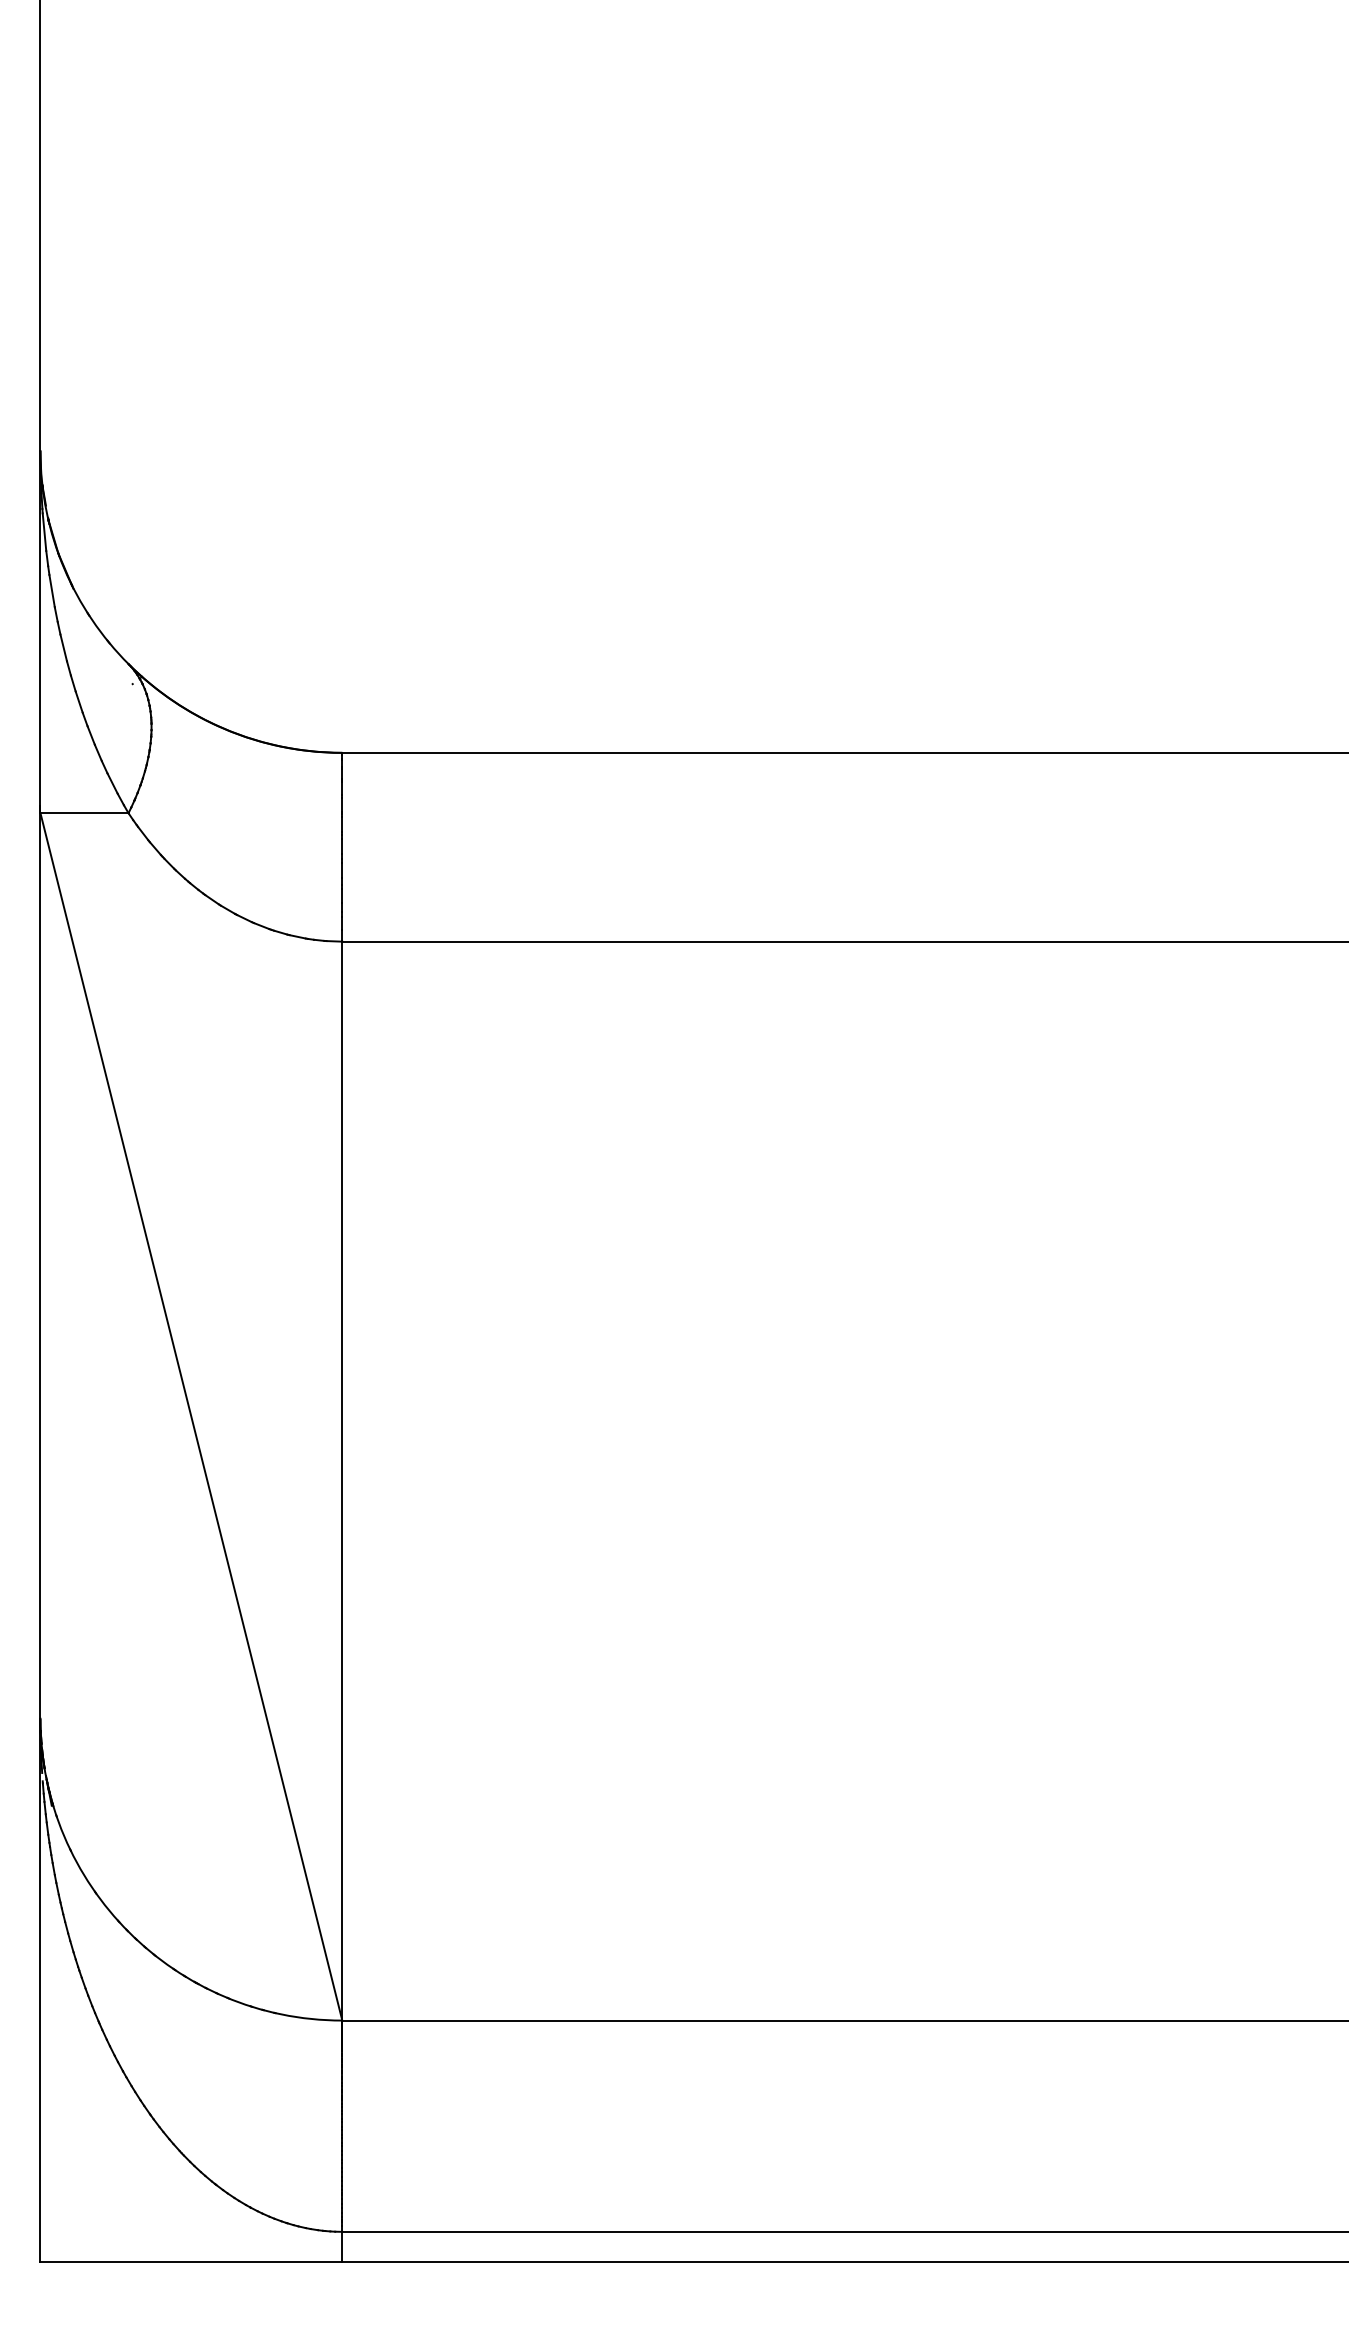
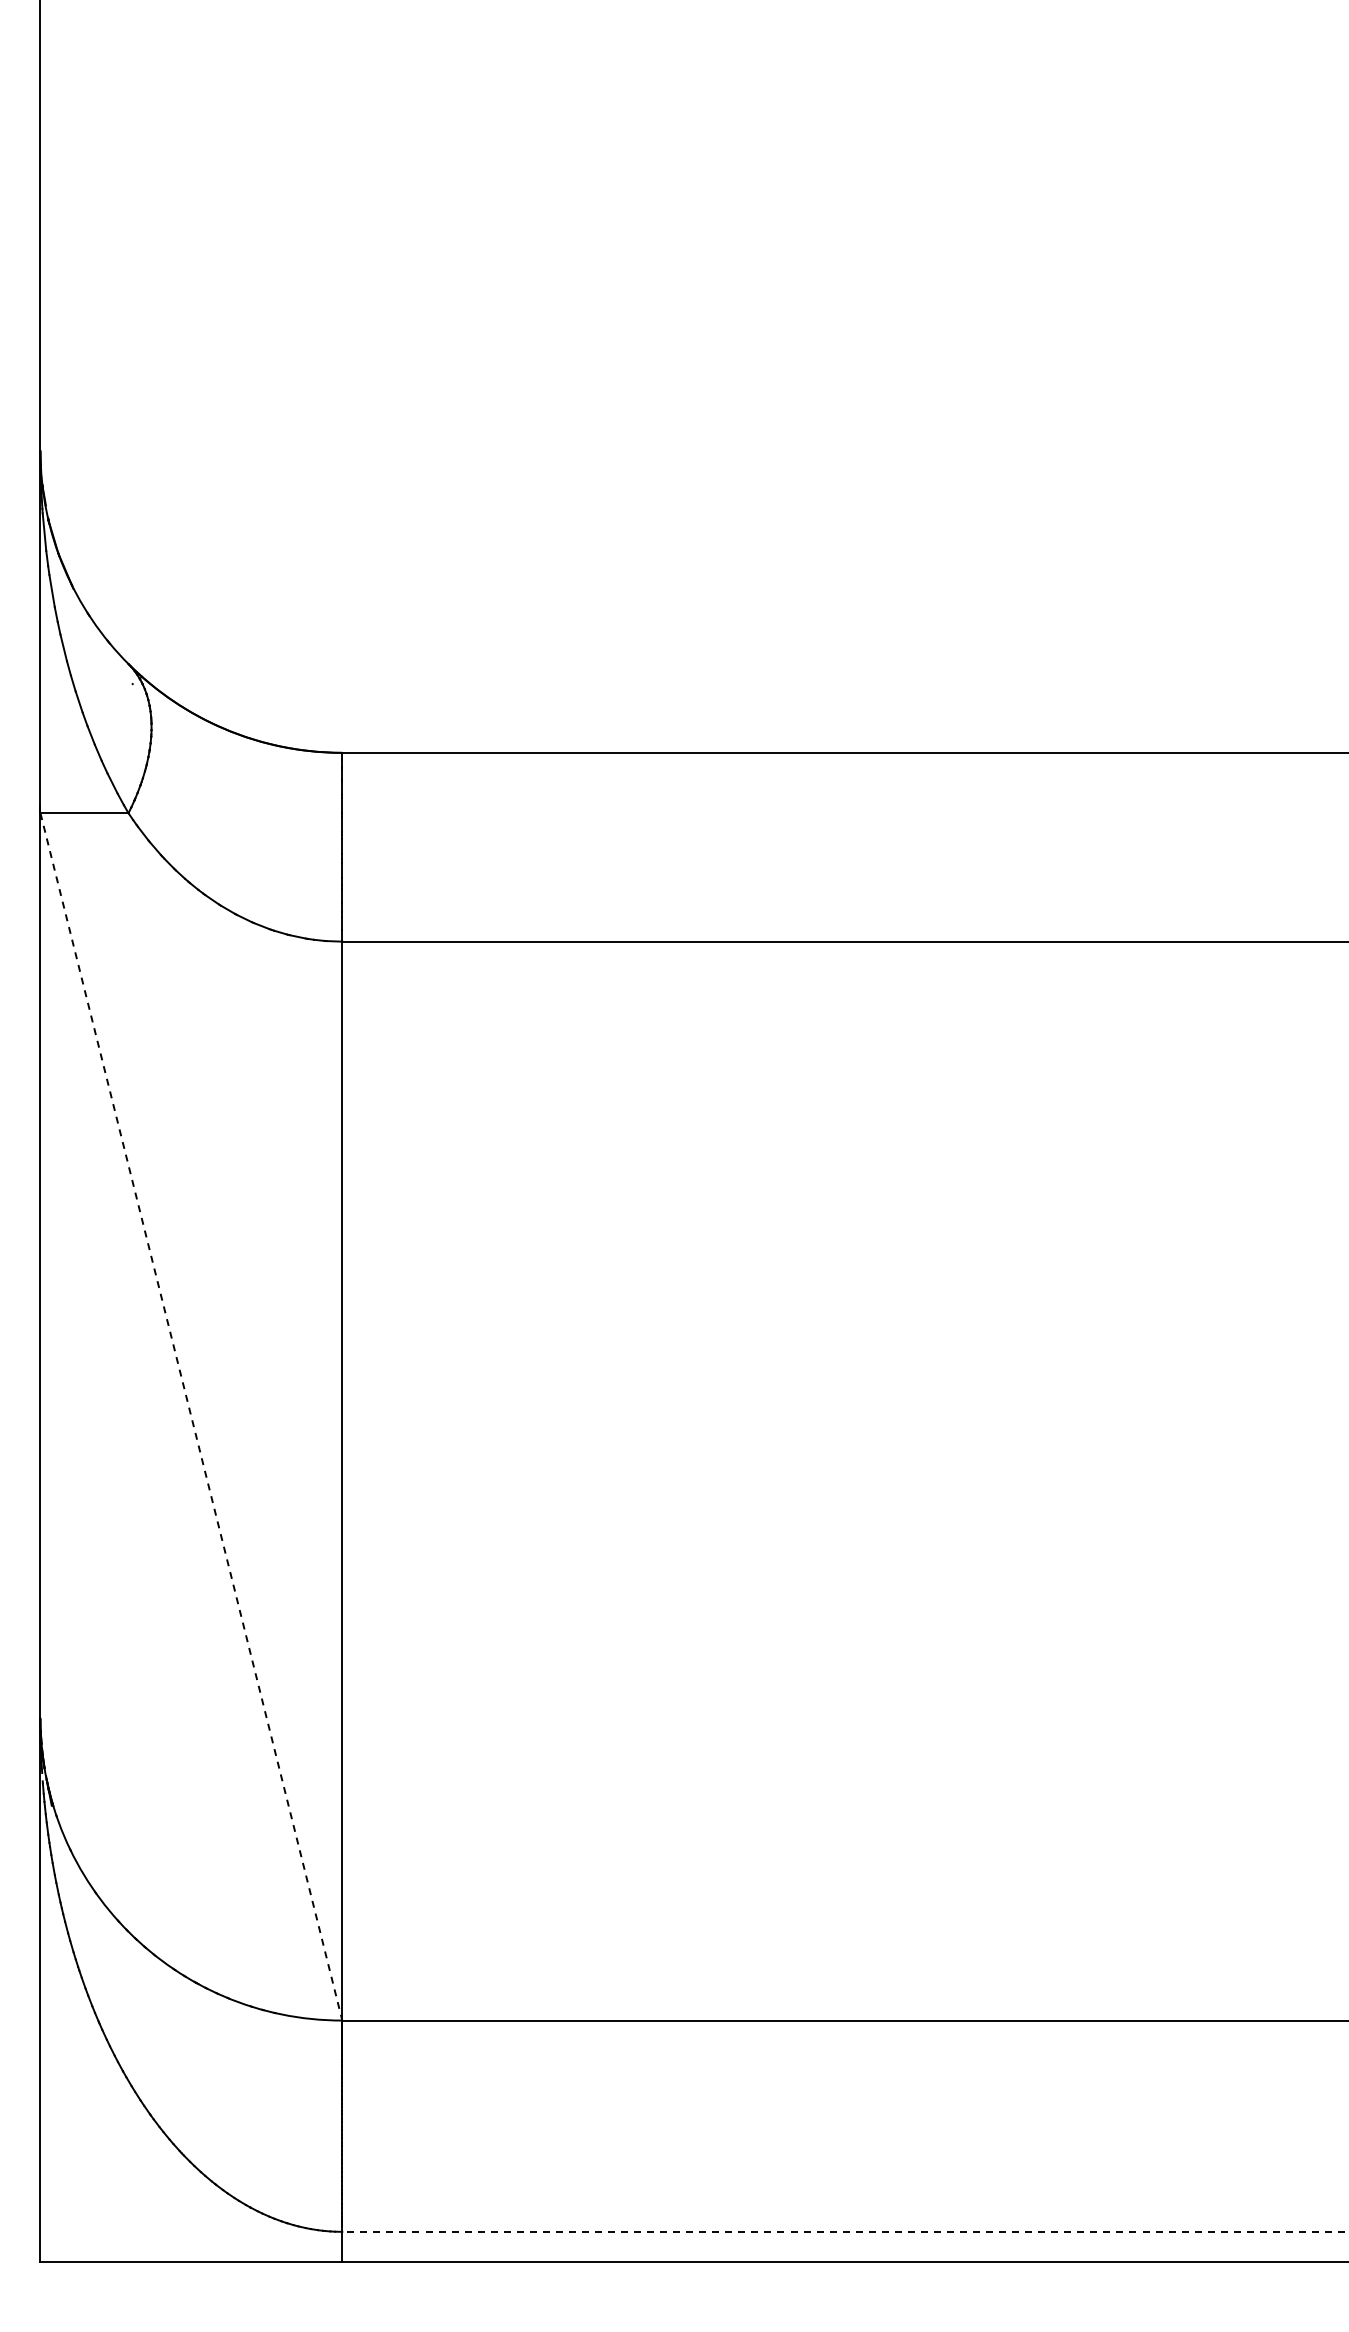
line at (191, 1417): solid -> dashed
line at (845, 2231): solid -> dashed
